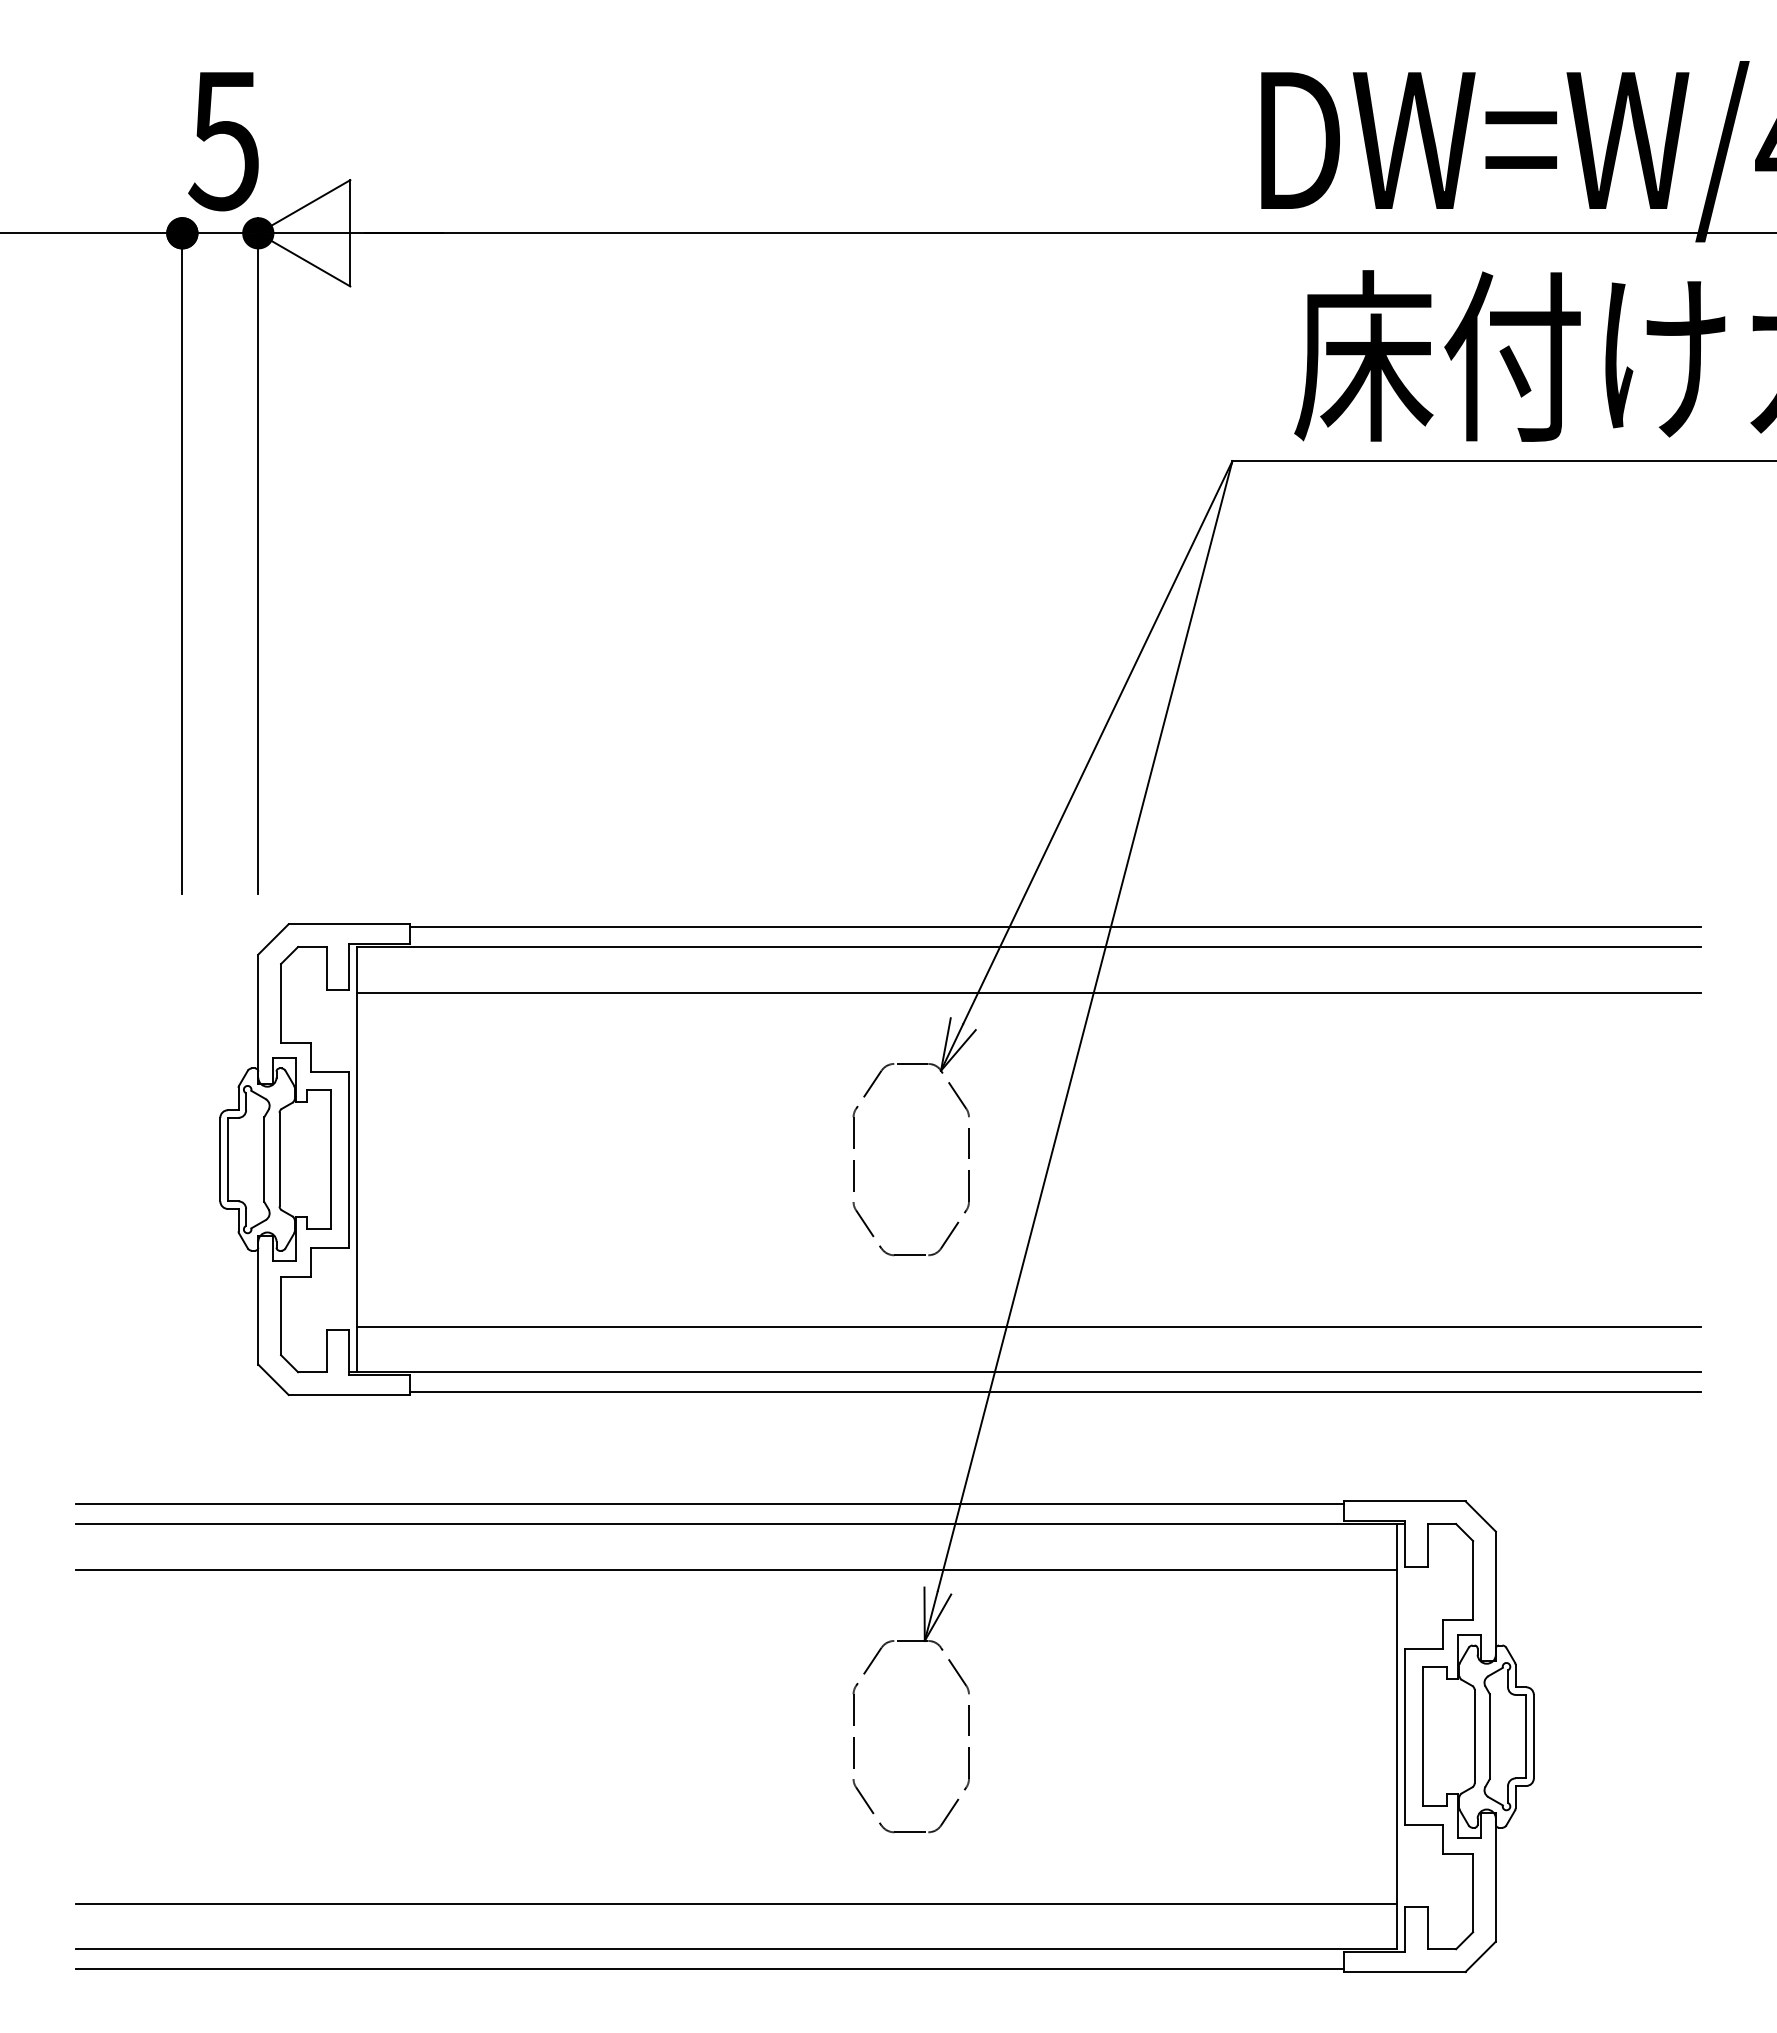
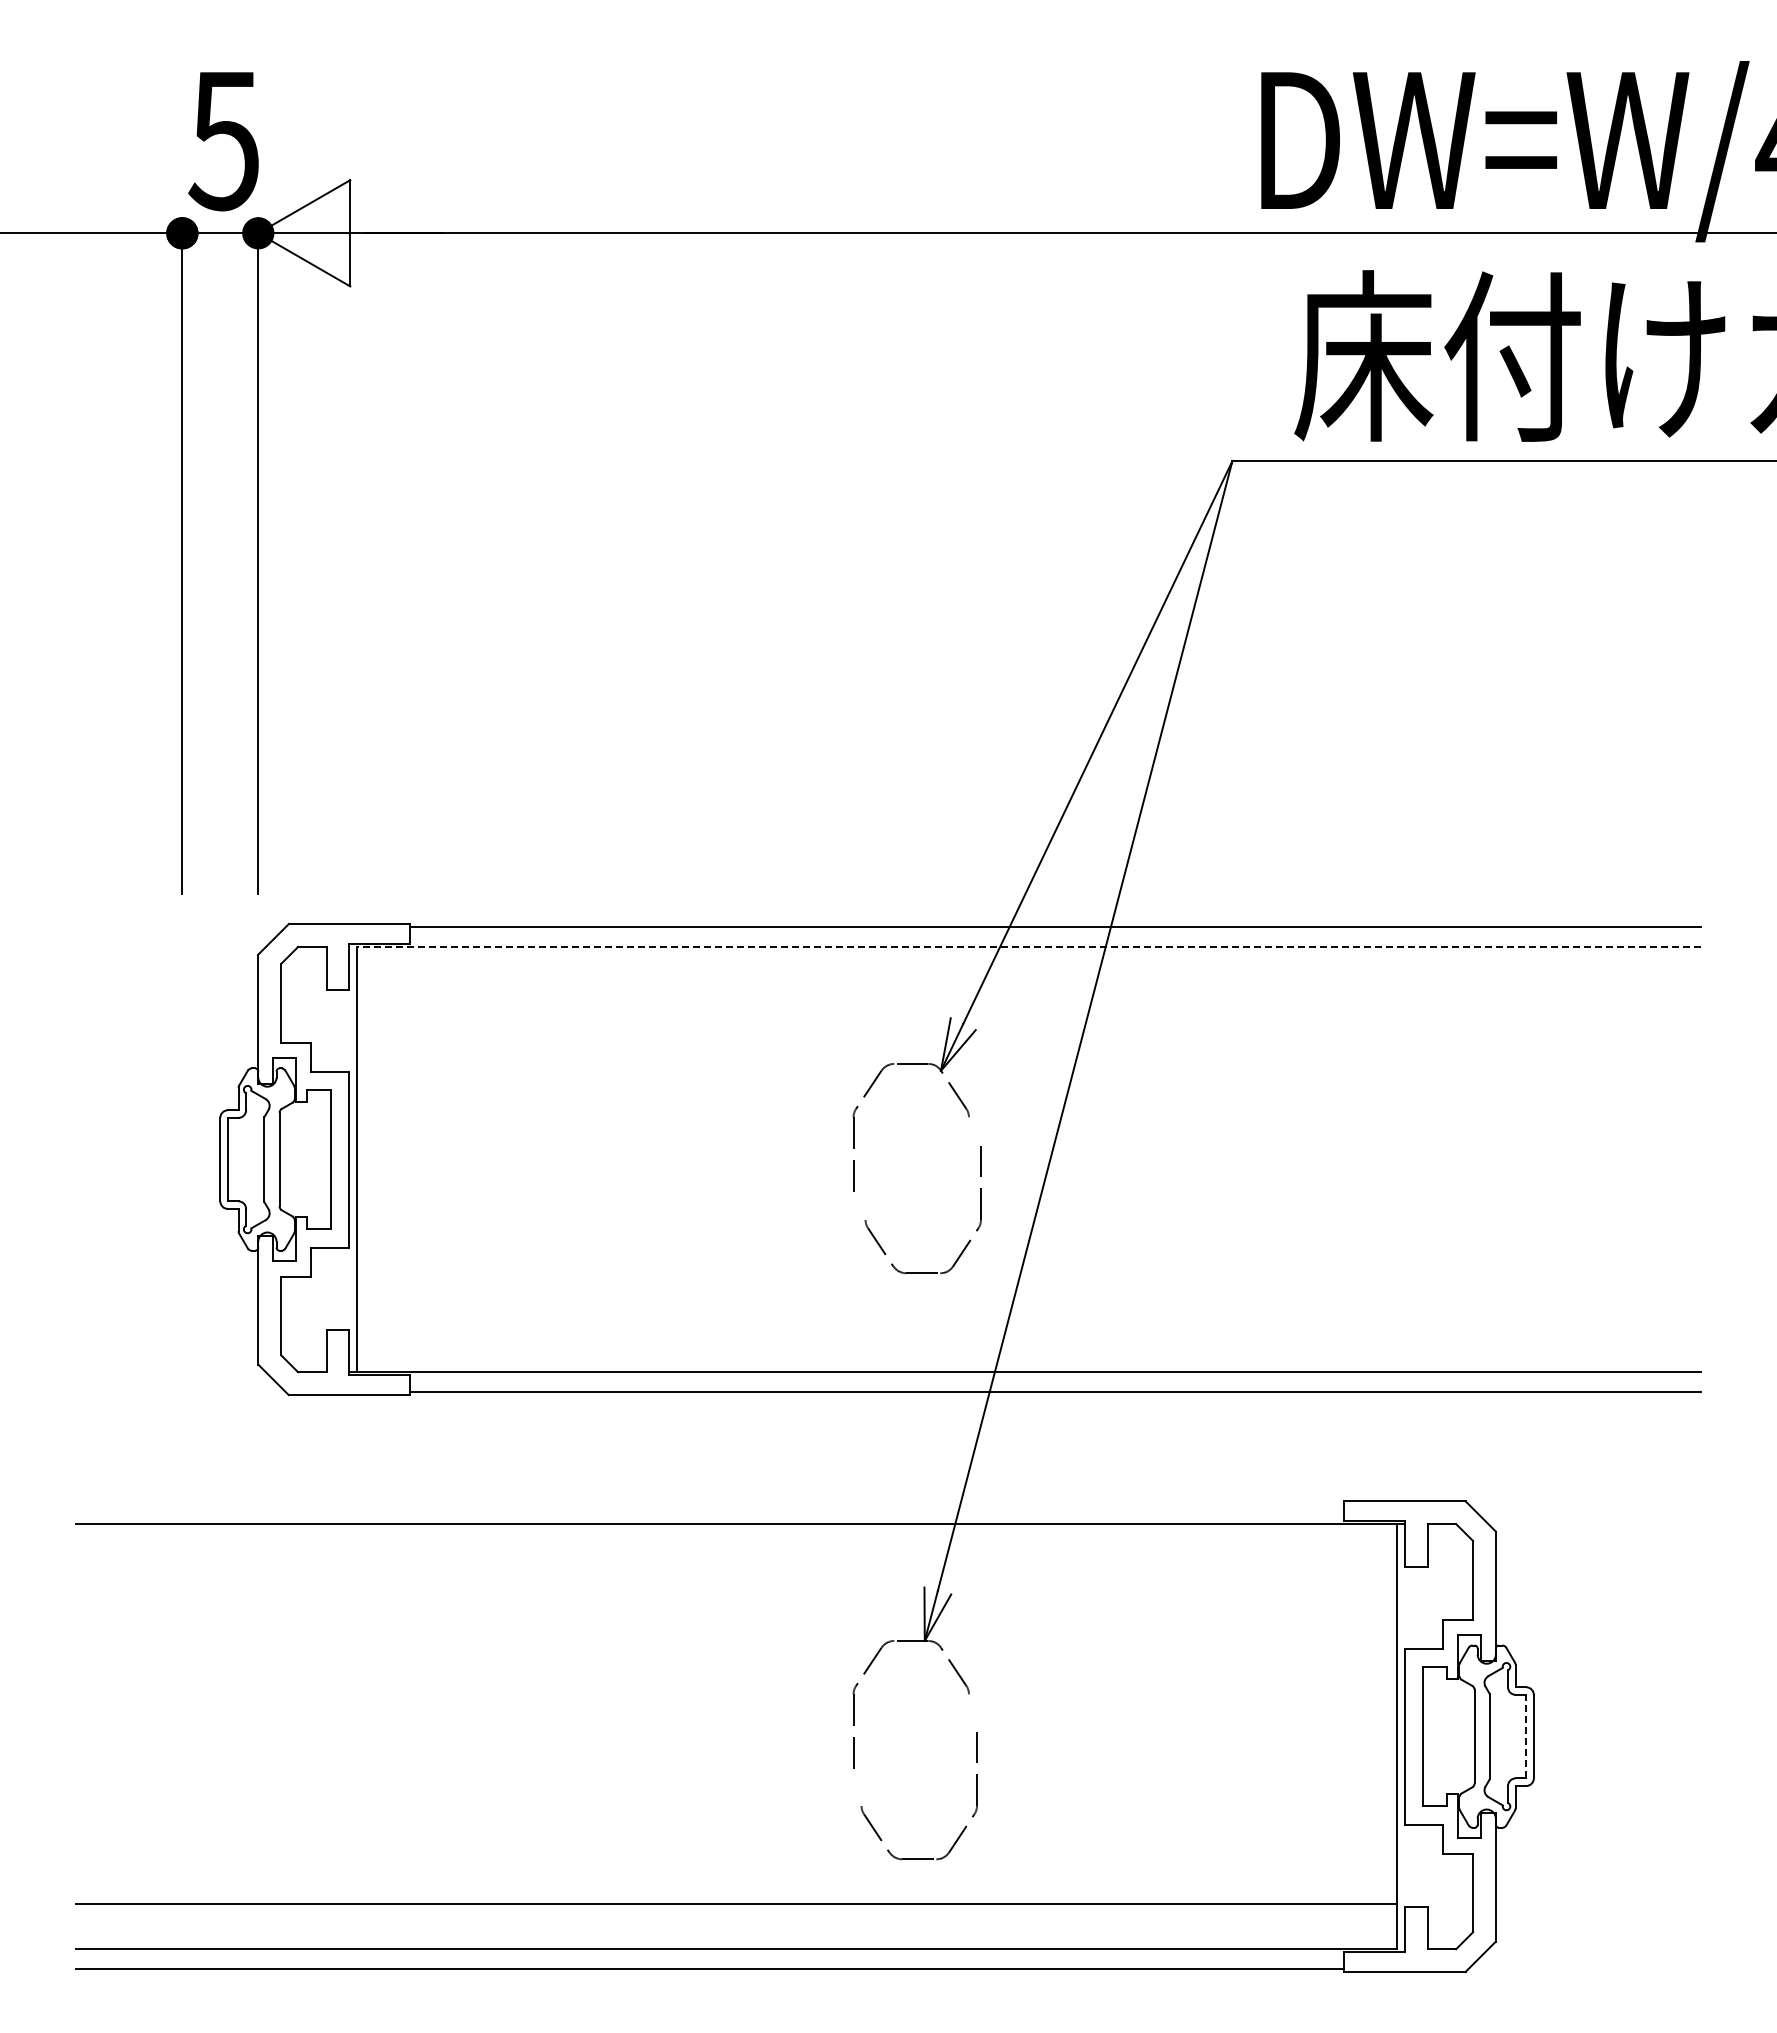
line at (1028, 947): solid -> dashed
line at (1028, 992): present -> none
part at (865, 1222) position: (865, 1222) -> (877, 1240)
line at (1028, 1326): present -> none
line at (710, 1504): present -> none
line at (736, 1569): present -> none
line at (1526, 1736): solid -> dashed
part at (865, 1799) position: (865, 1799) -> (873, 1826)
